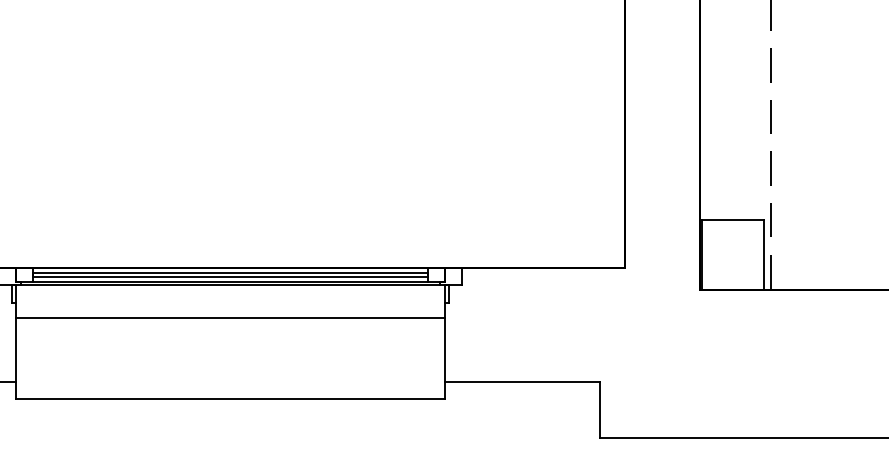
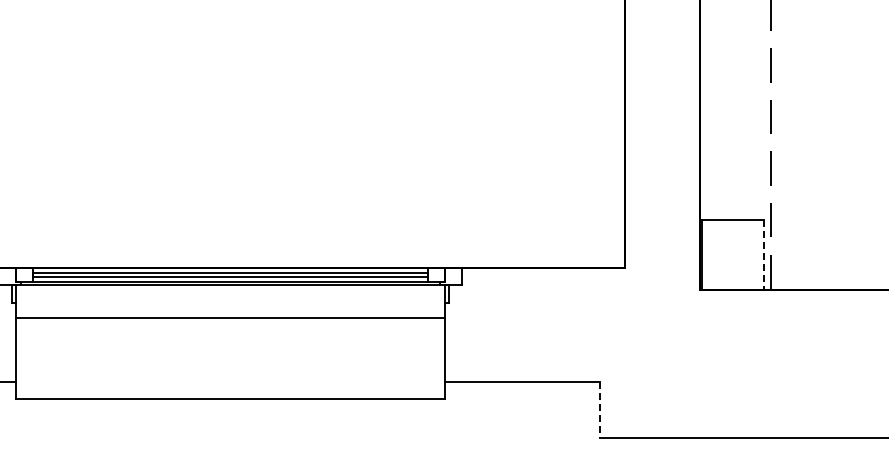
line at (764, 255): solid -> dashed
line at (599, 410): solid -> dashed
